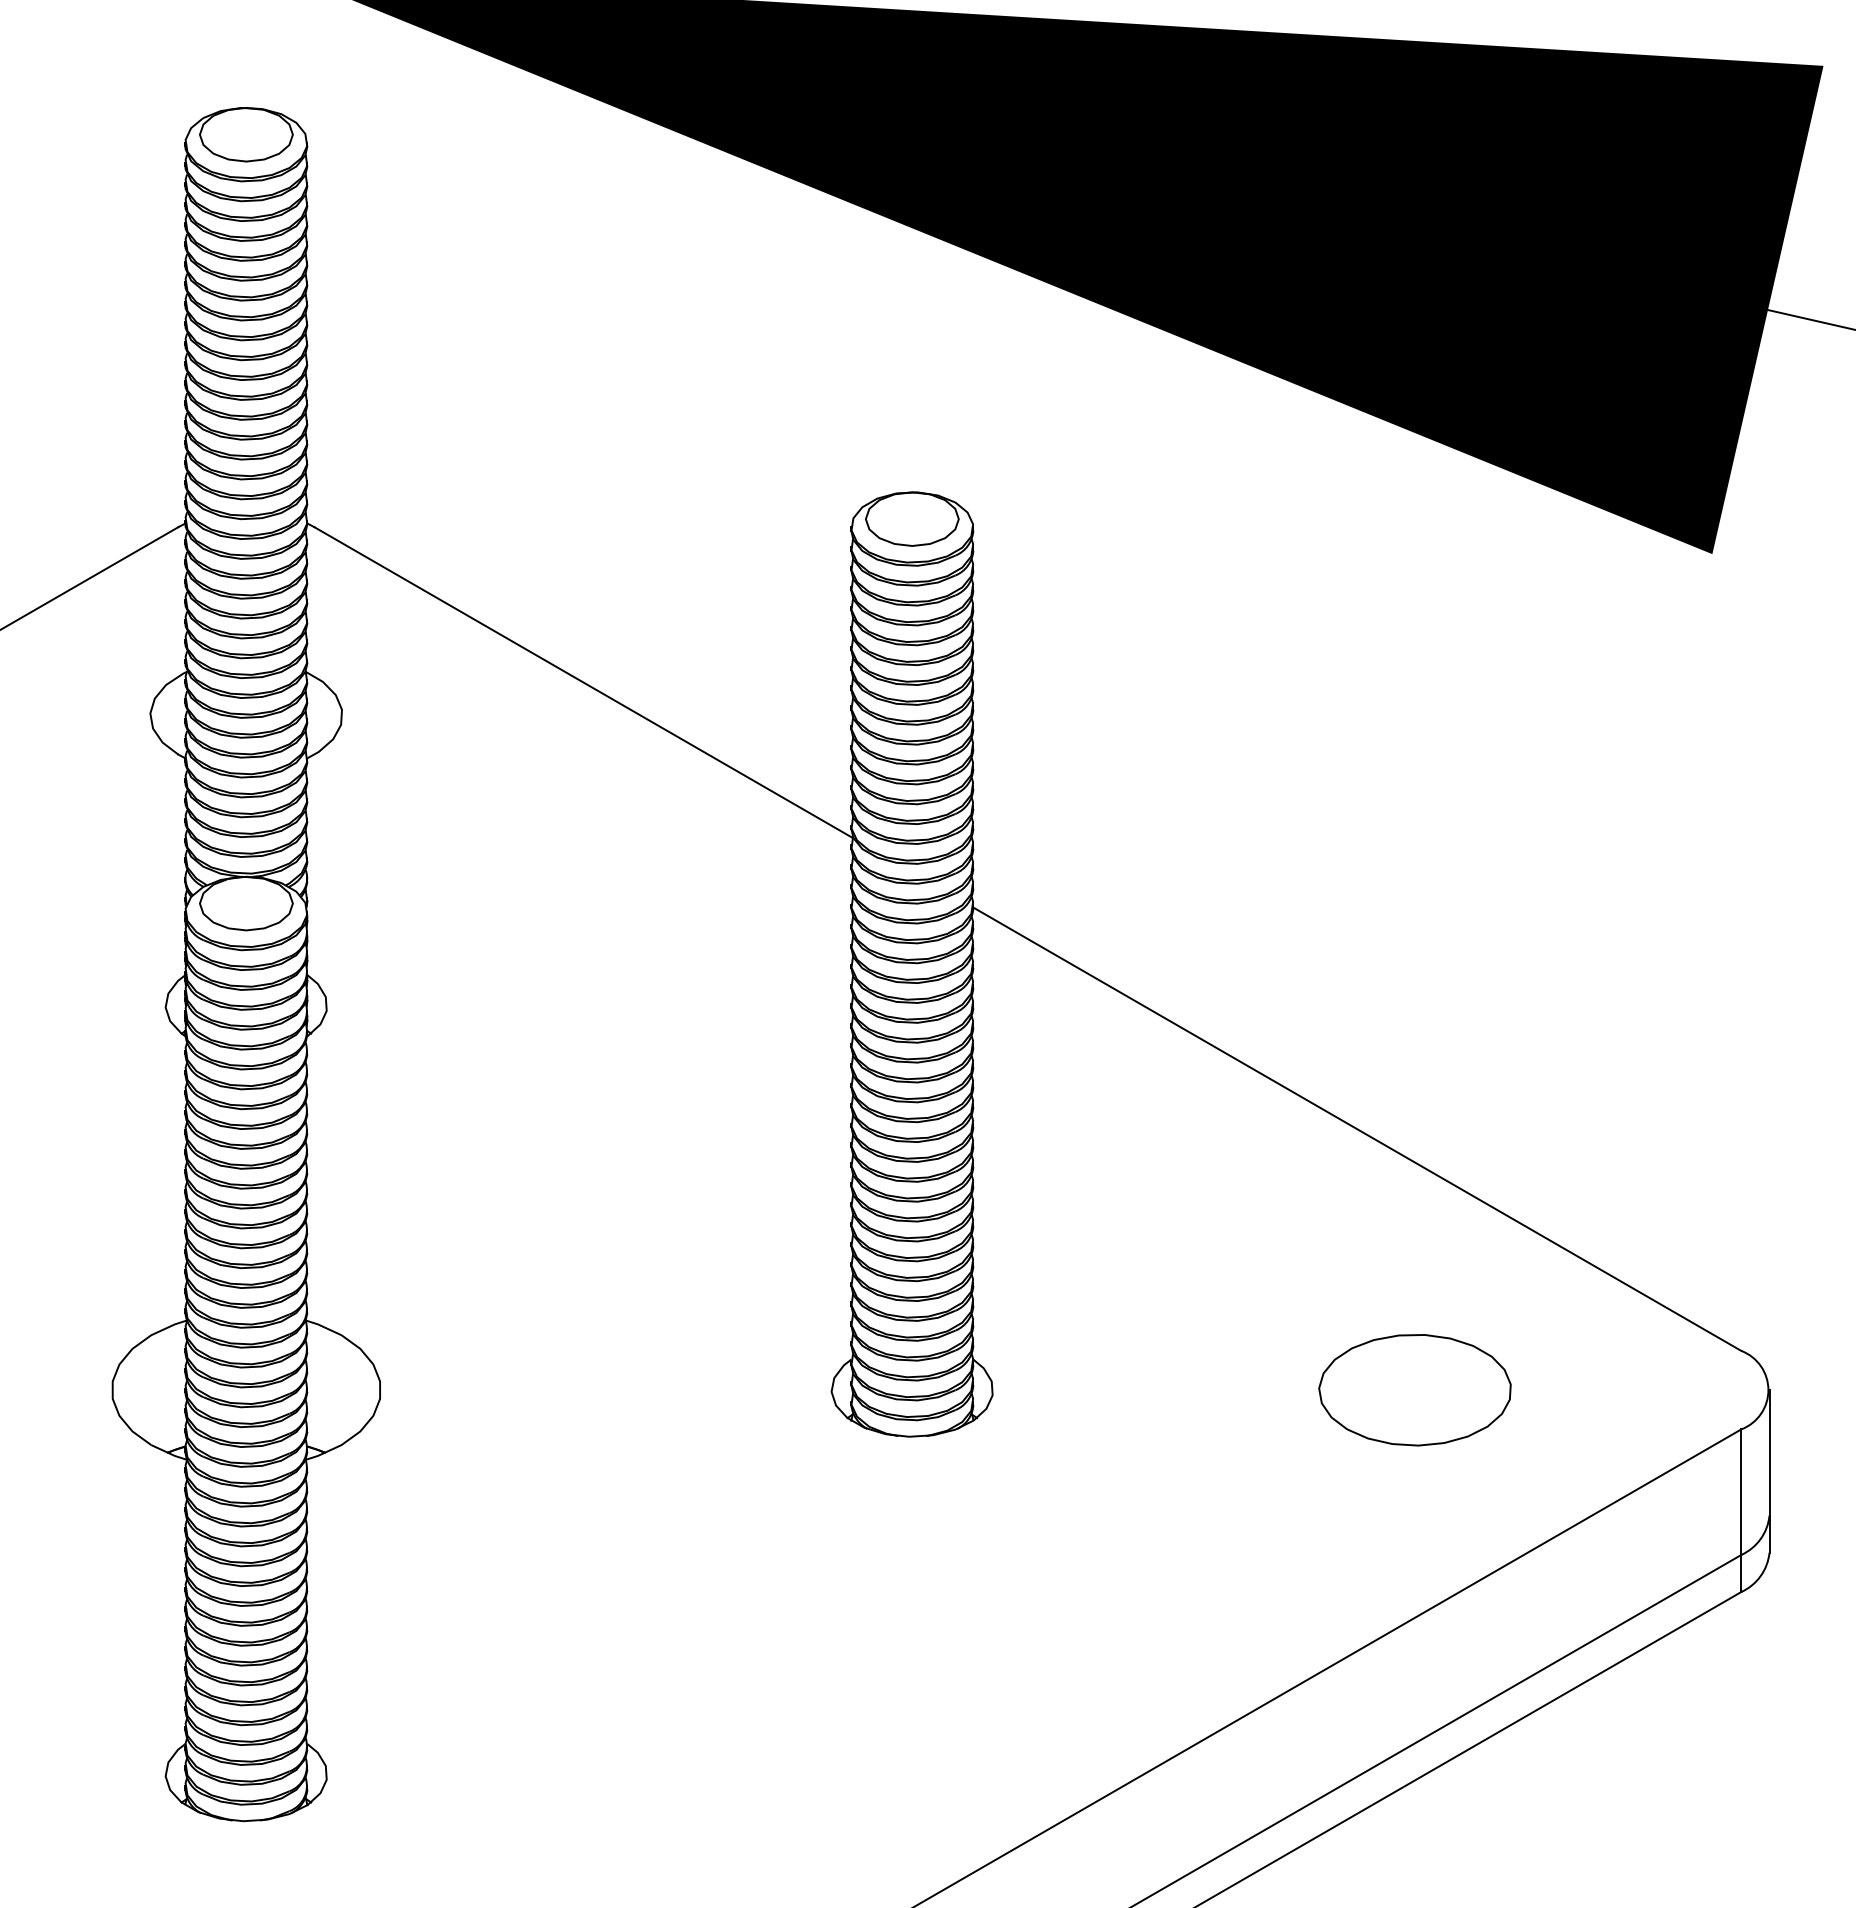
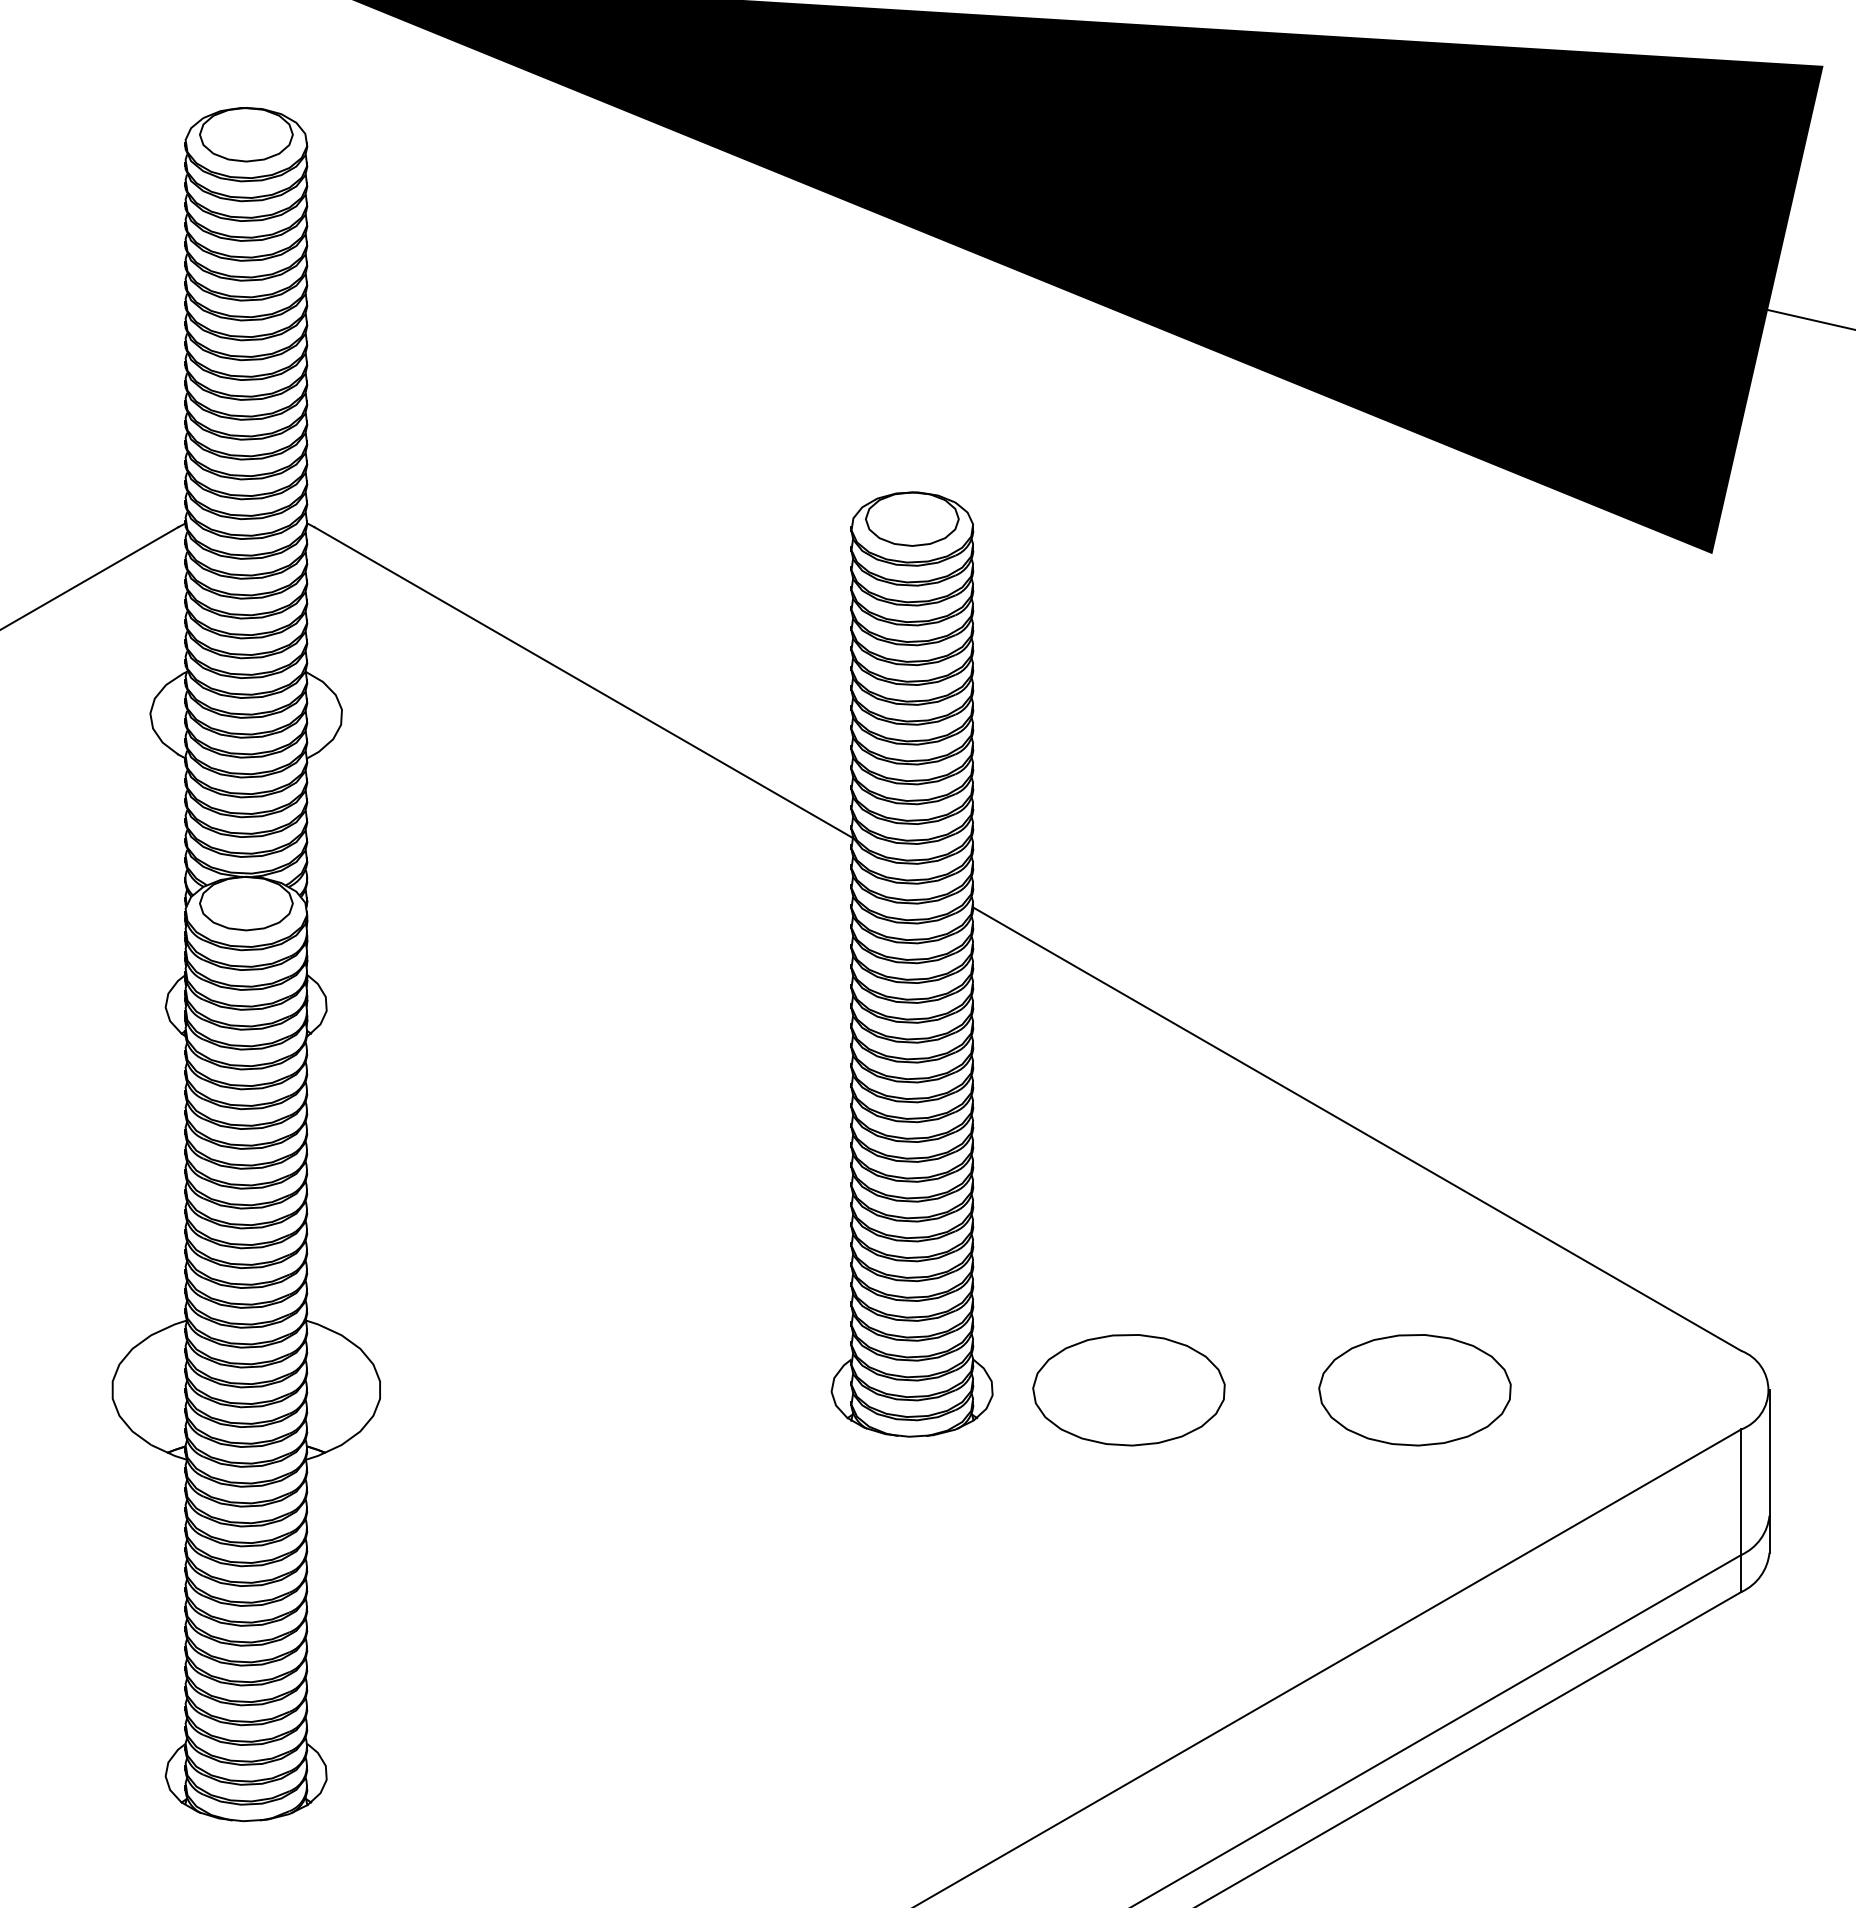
part at (1128, 1390): none -> present
